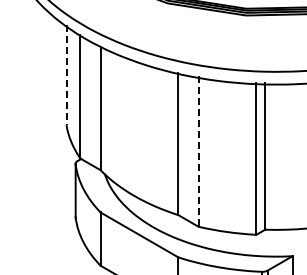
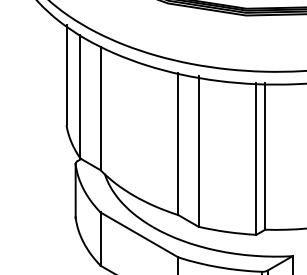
line at (66, 75): dashed -> solid
line at (198, 152): dashed -> solid
